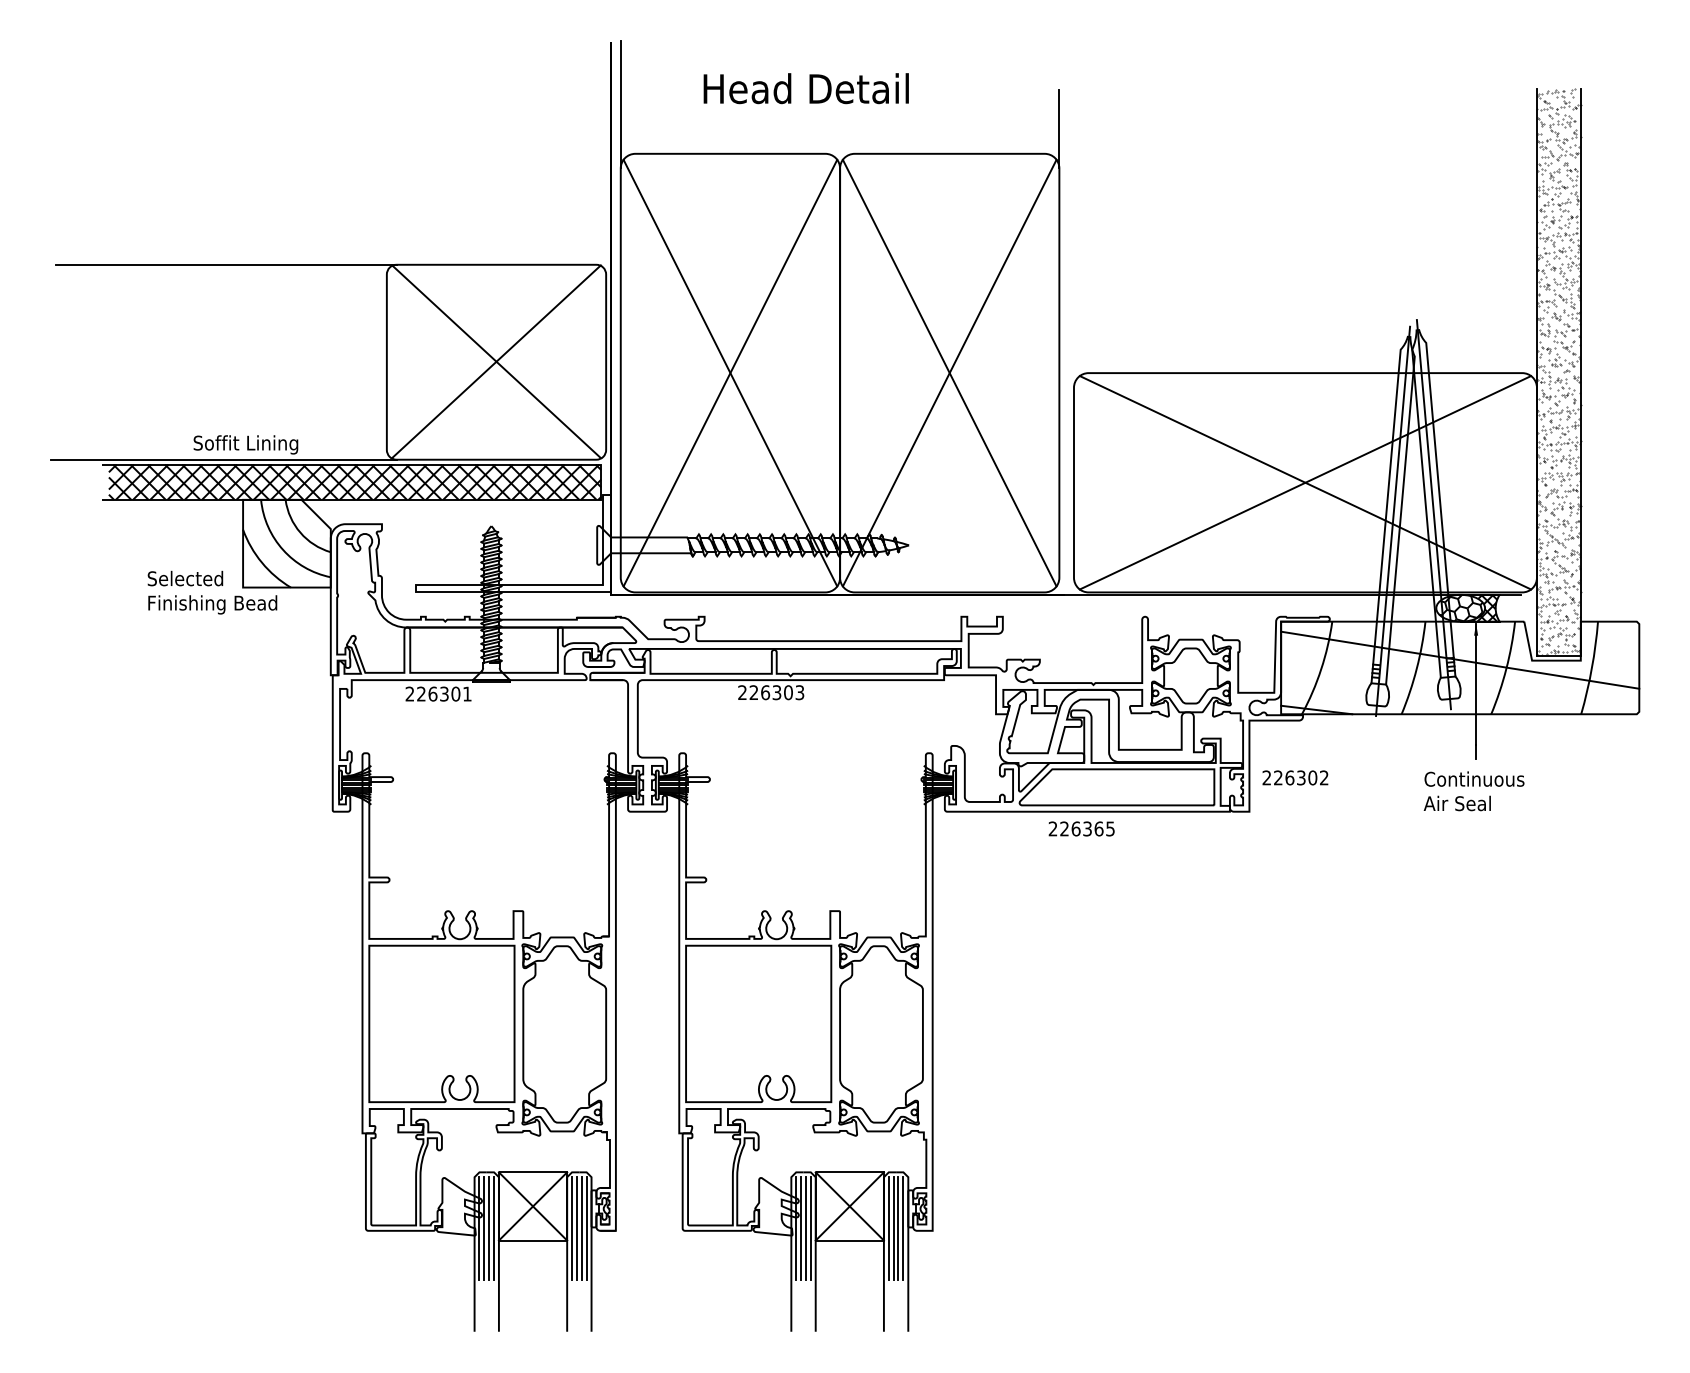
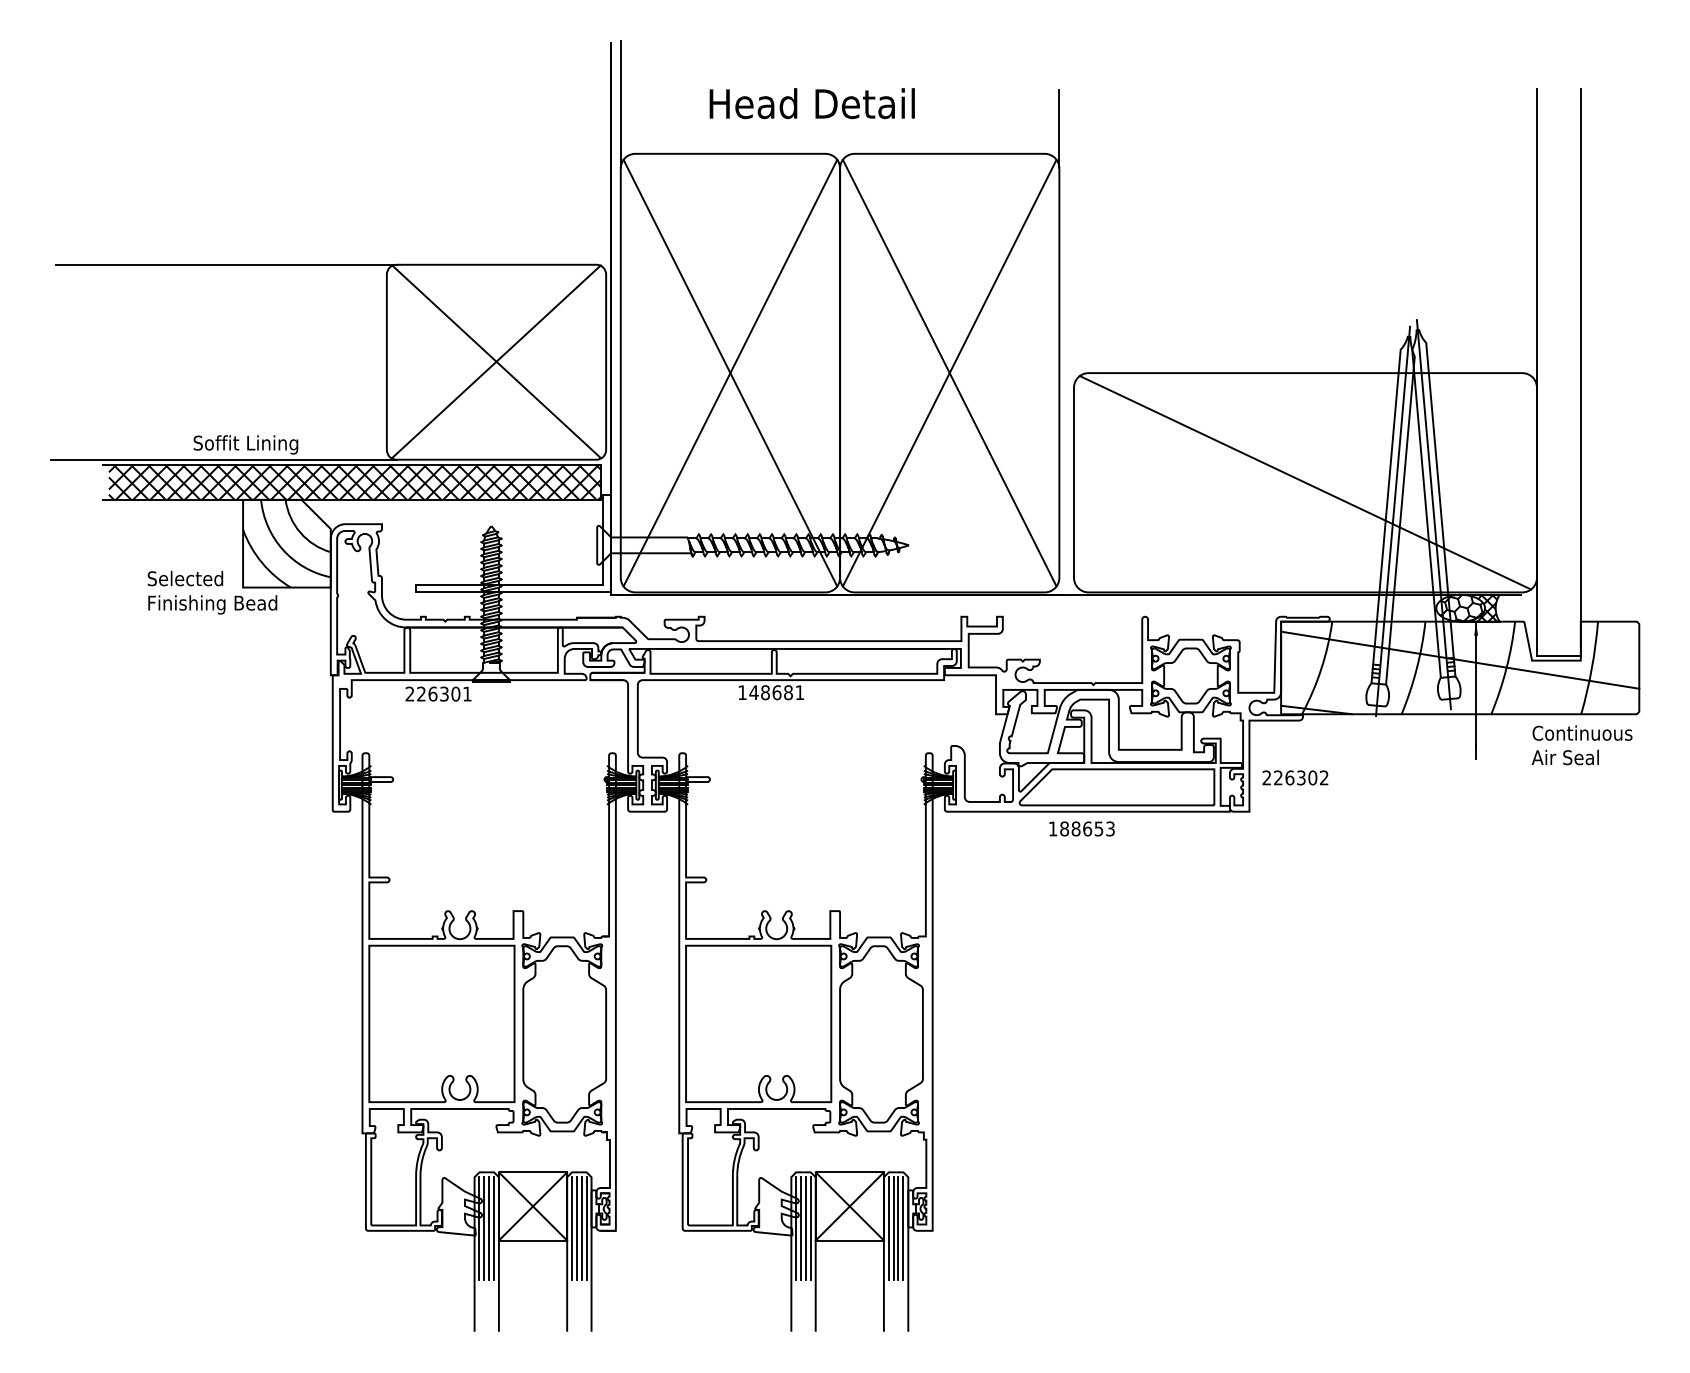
text at (805, 88) position: (805, 88) -> (811, 103)
hatch at (1558, 372): present -> none
line at (1305, 482): present -> none
text at (771, 692): 226303 -> 148681
text at (1473, 791) position: (1473, 791) -> (1581, 745)
text at (1081, 828): 226365 -> 188653
